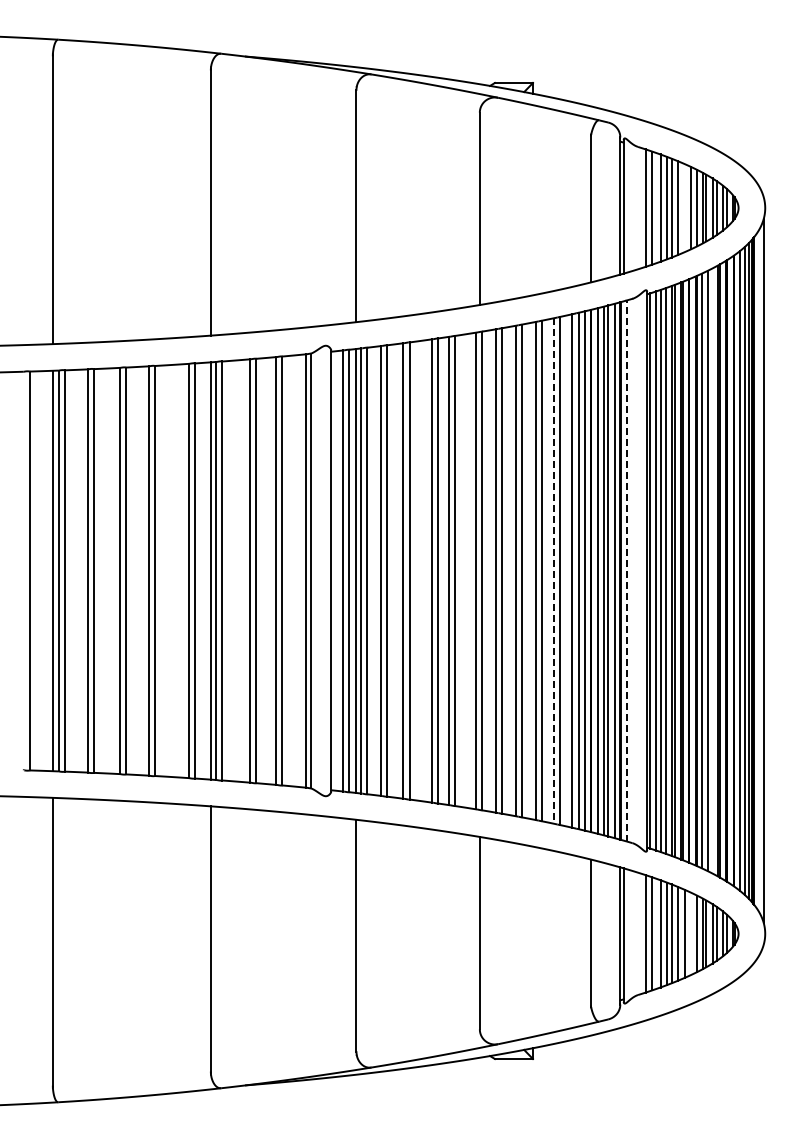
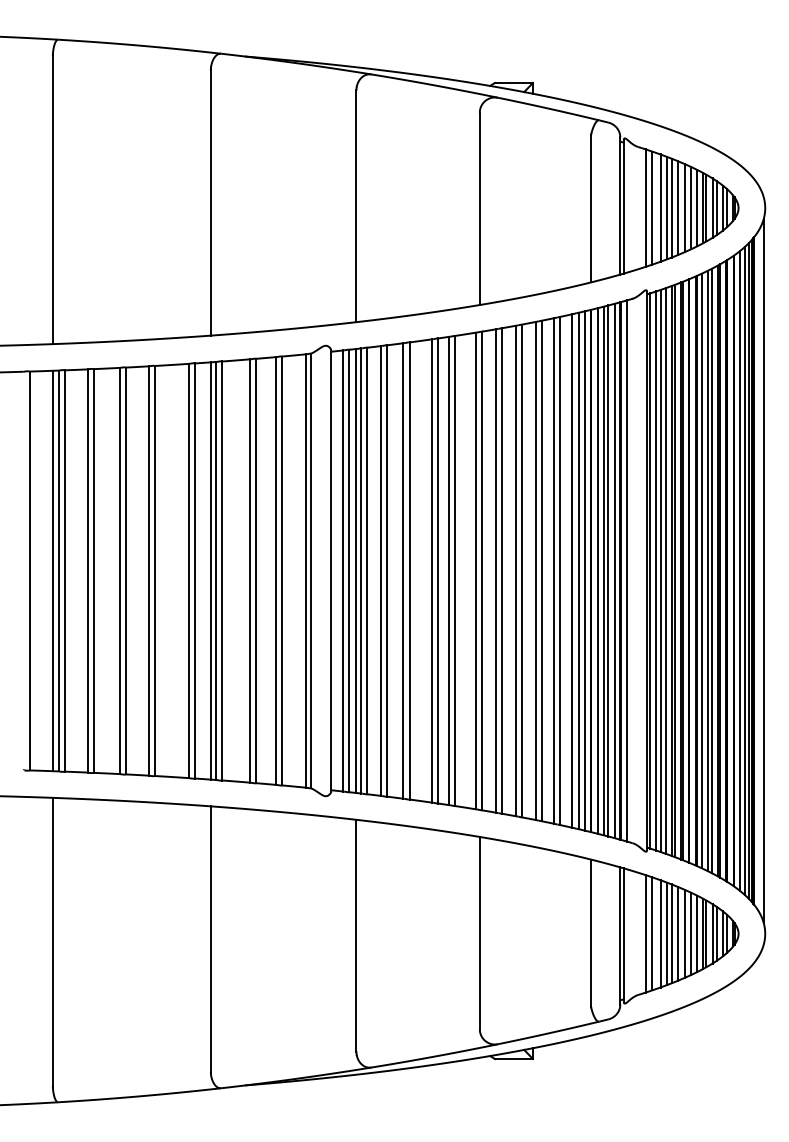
line at (684, 208): none -> present
line at (554, 570): dashed -> solid
line at (626, 570): dashed -> solid
line at (711, 570): none -> present
line at (690, 933): none -> present
